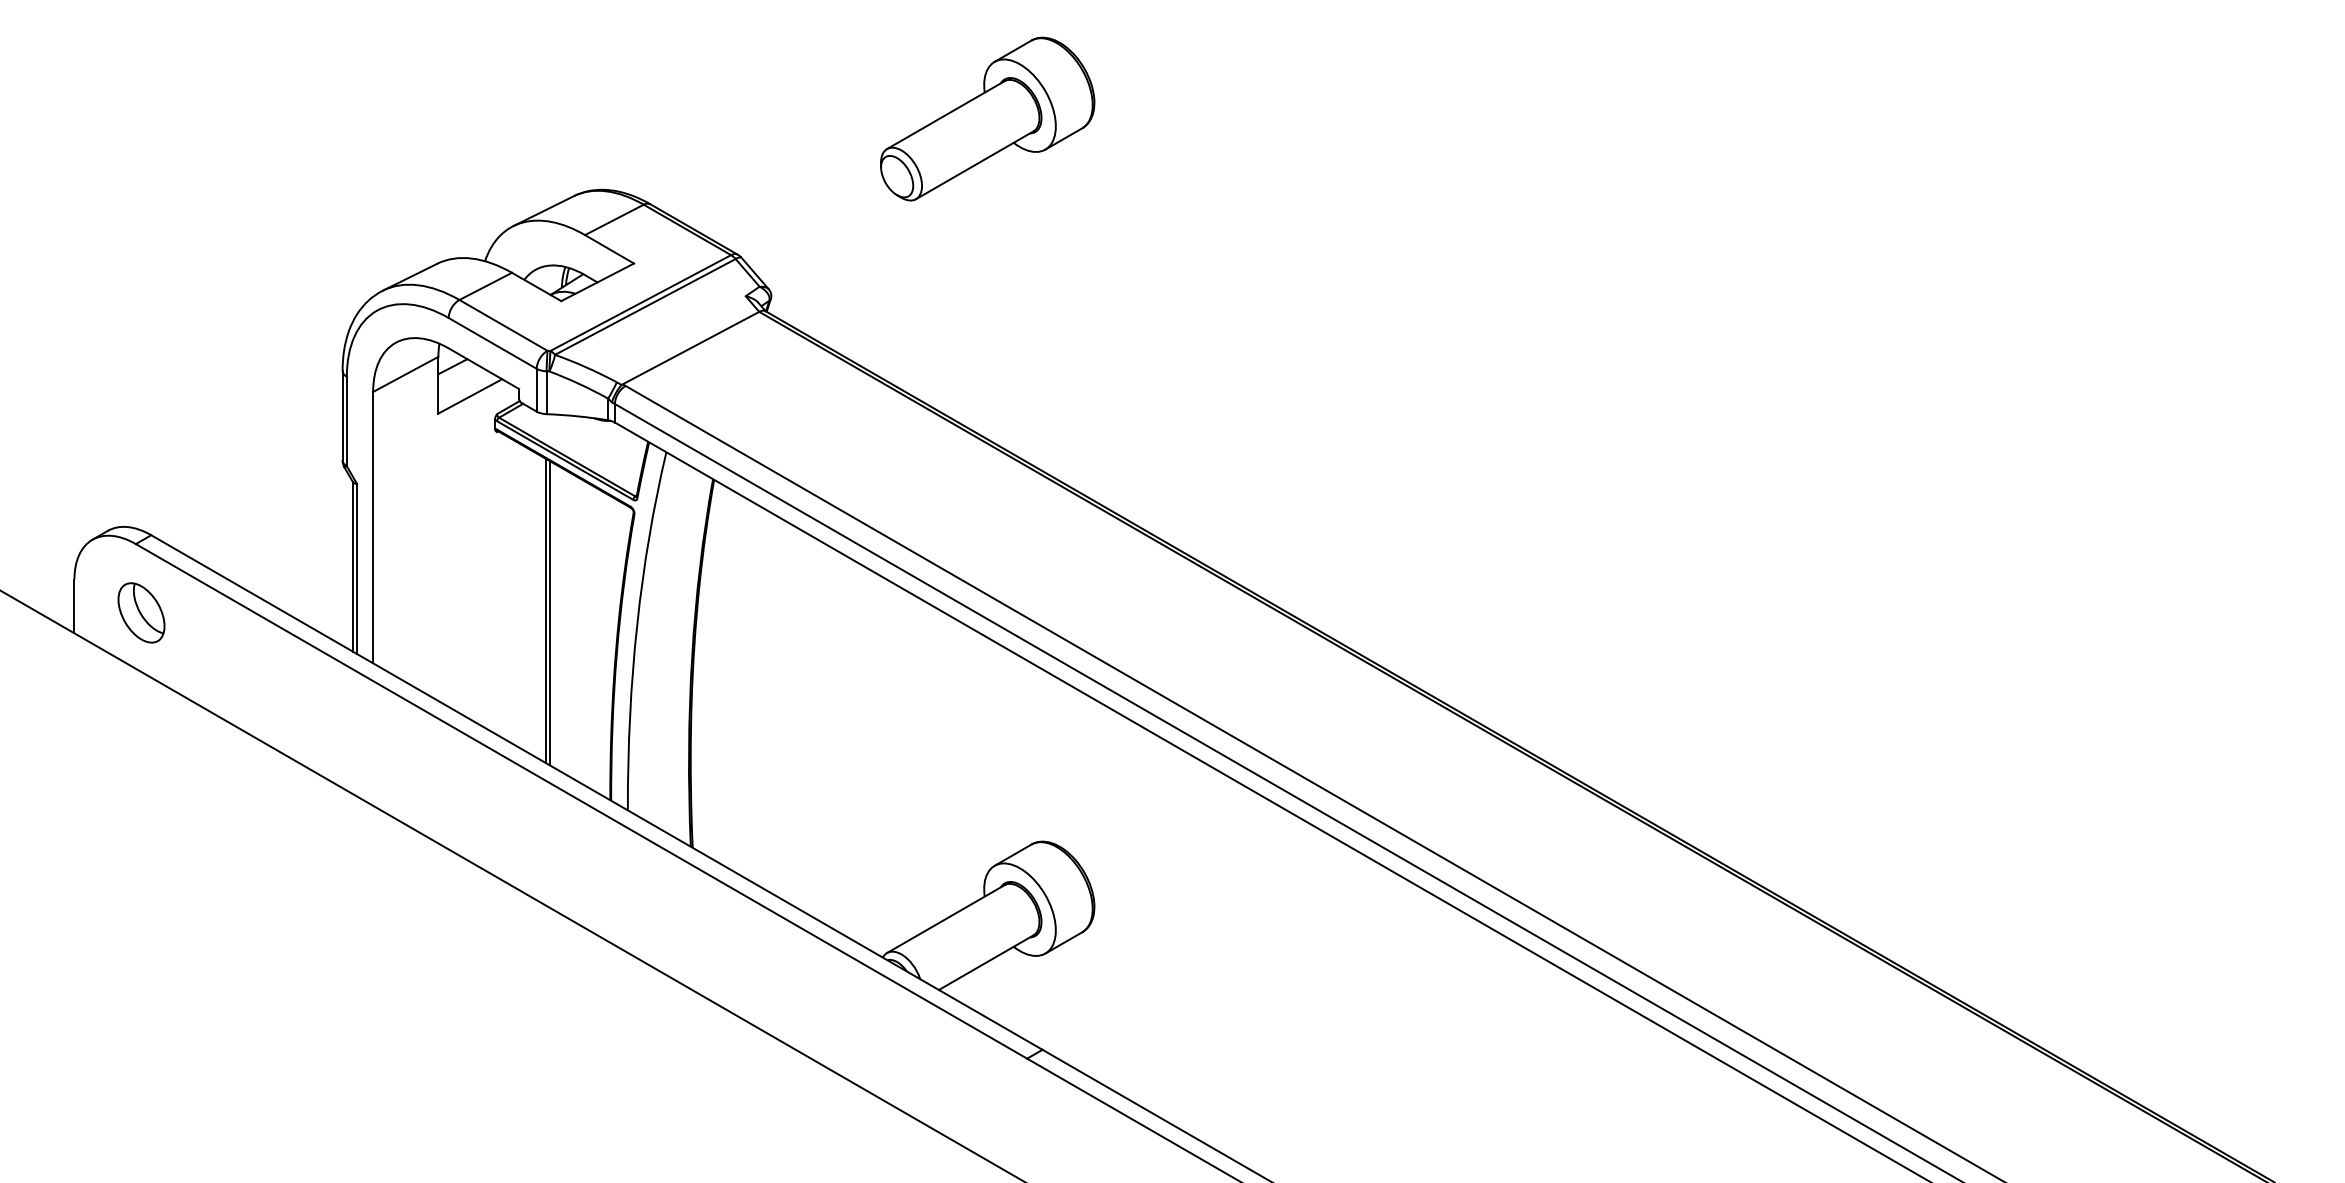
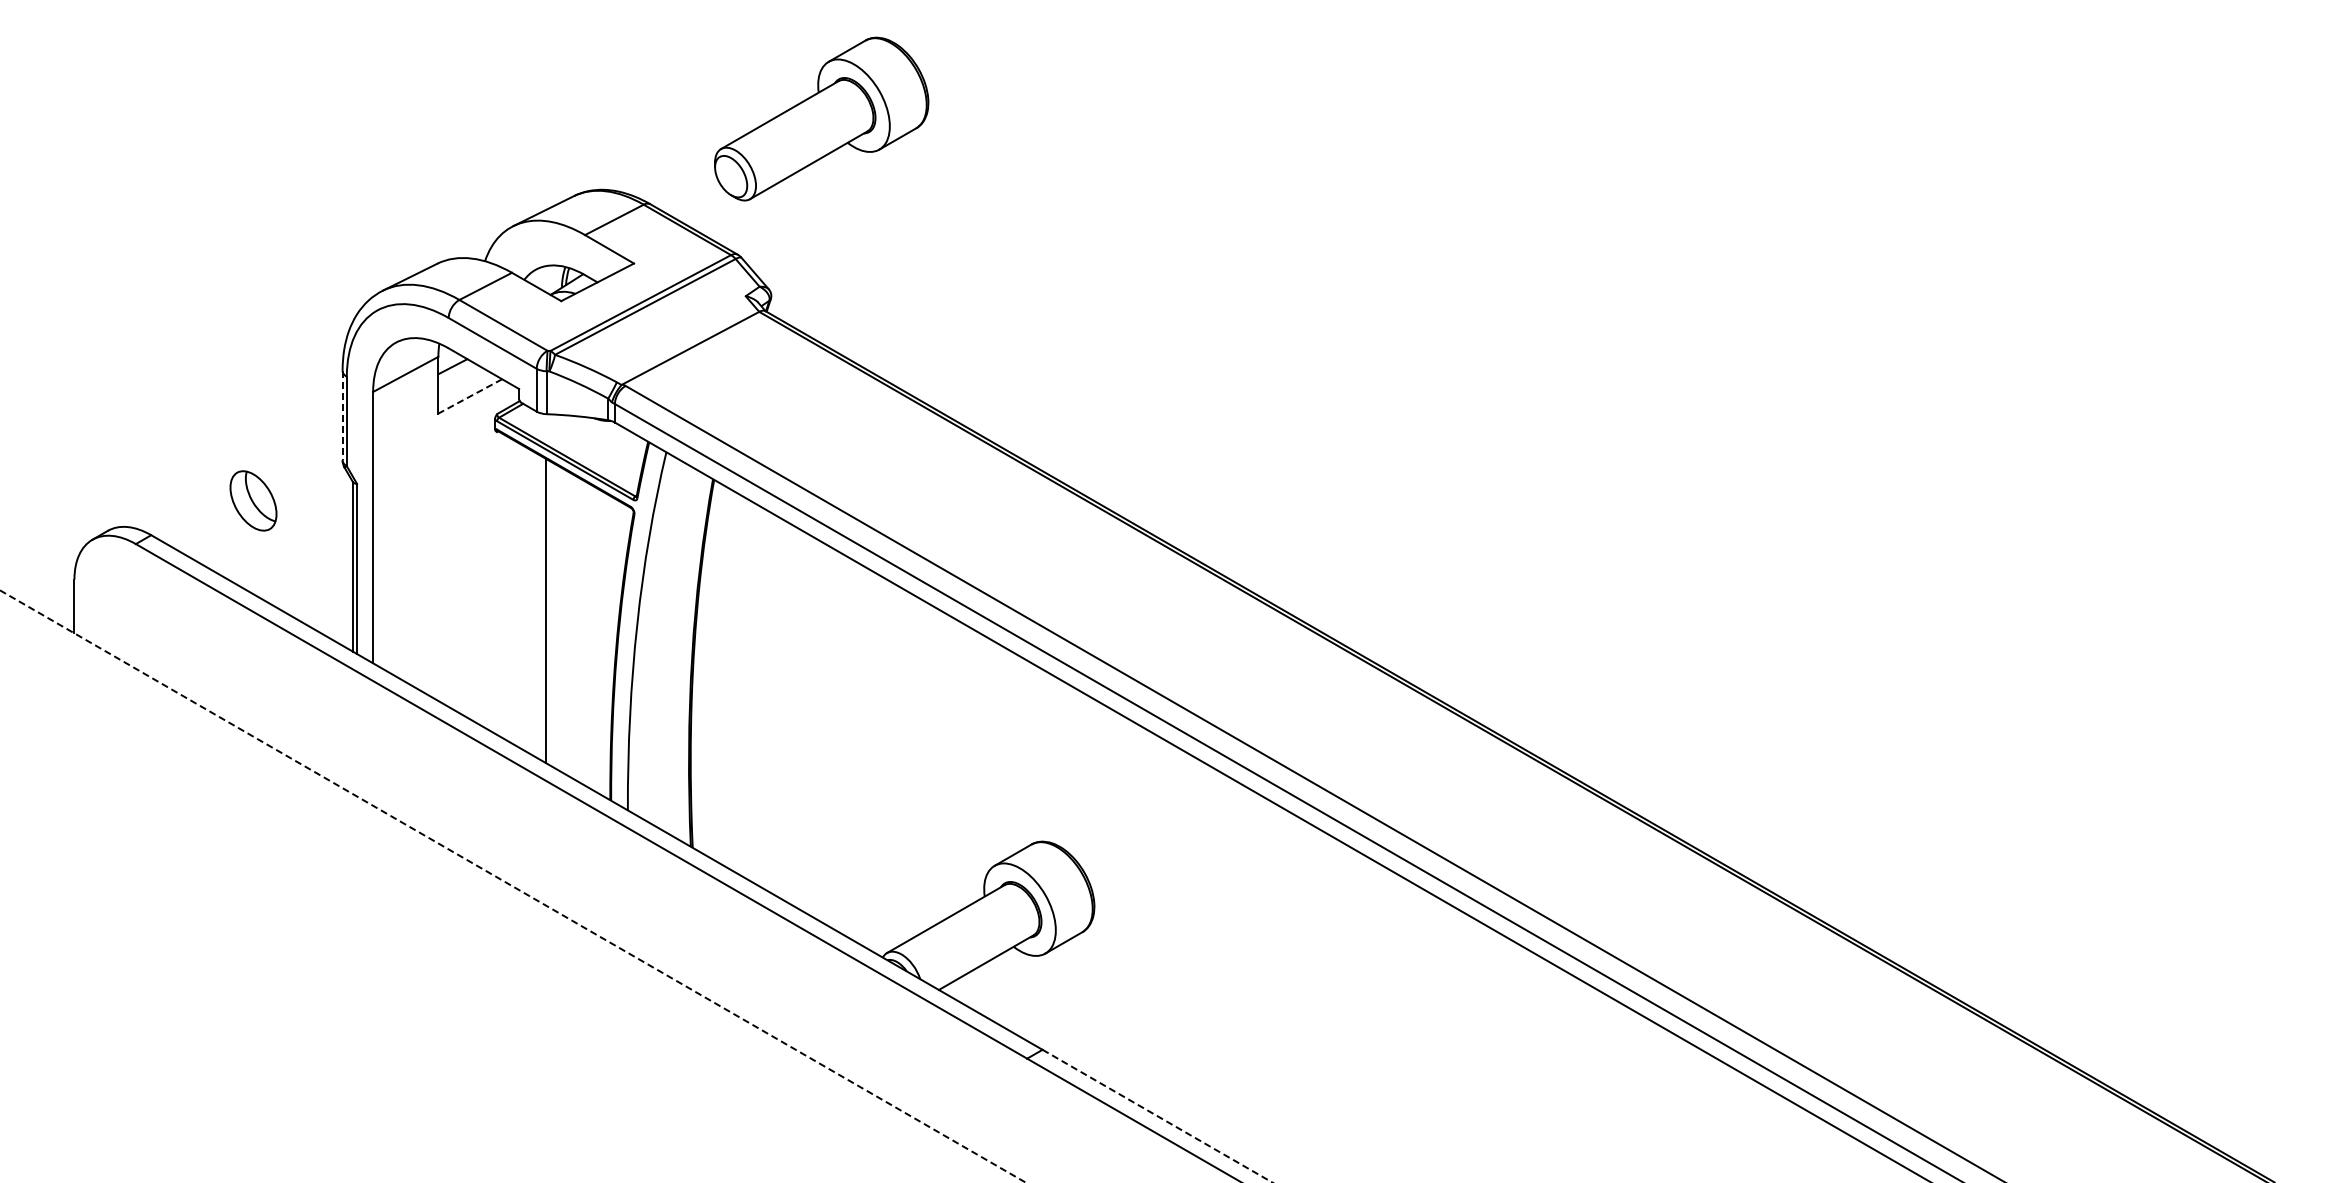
part at (987, 118) position: (987, 118) -> (821, 118)
line at (469, 396): solid -> dashed
line at (342, 415): solid -> dashed
part at (141, 612) position: (141, 612) -> (253, 500)
line at (549, 613): present -> none
line at (513, 886): solid -> dashed
line at (1157, 1116): solid -> dashed
